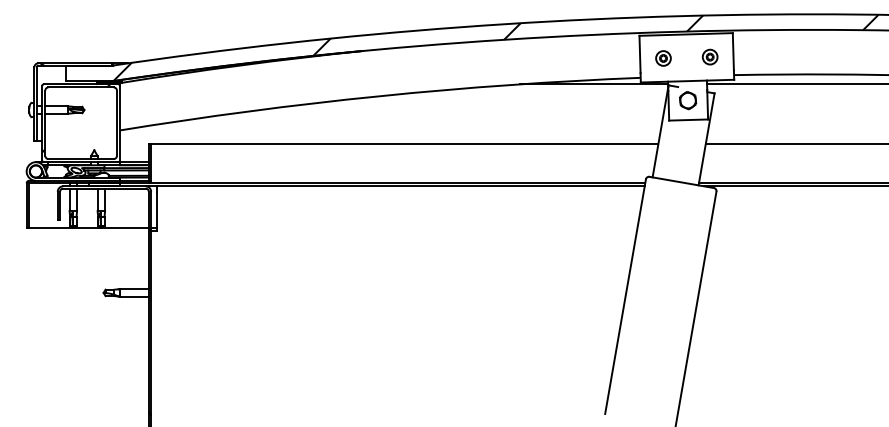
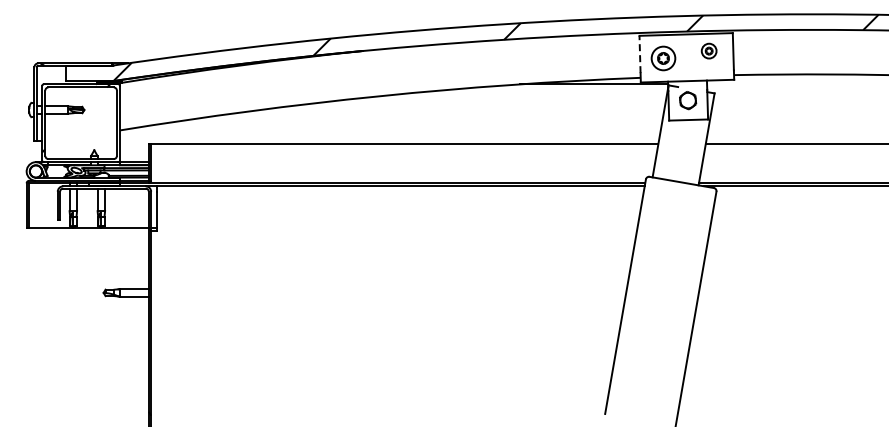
line at (640, 54): solid -> dashed
part at (709, 56) position: (709, 56) -> (708, 50)
part at (663, 58) size: 17x17 px -> 27x27 px
line at (796, 84): present -> none
